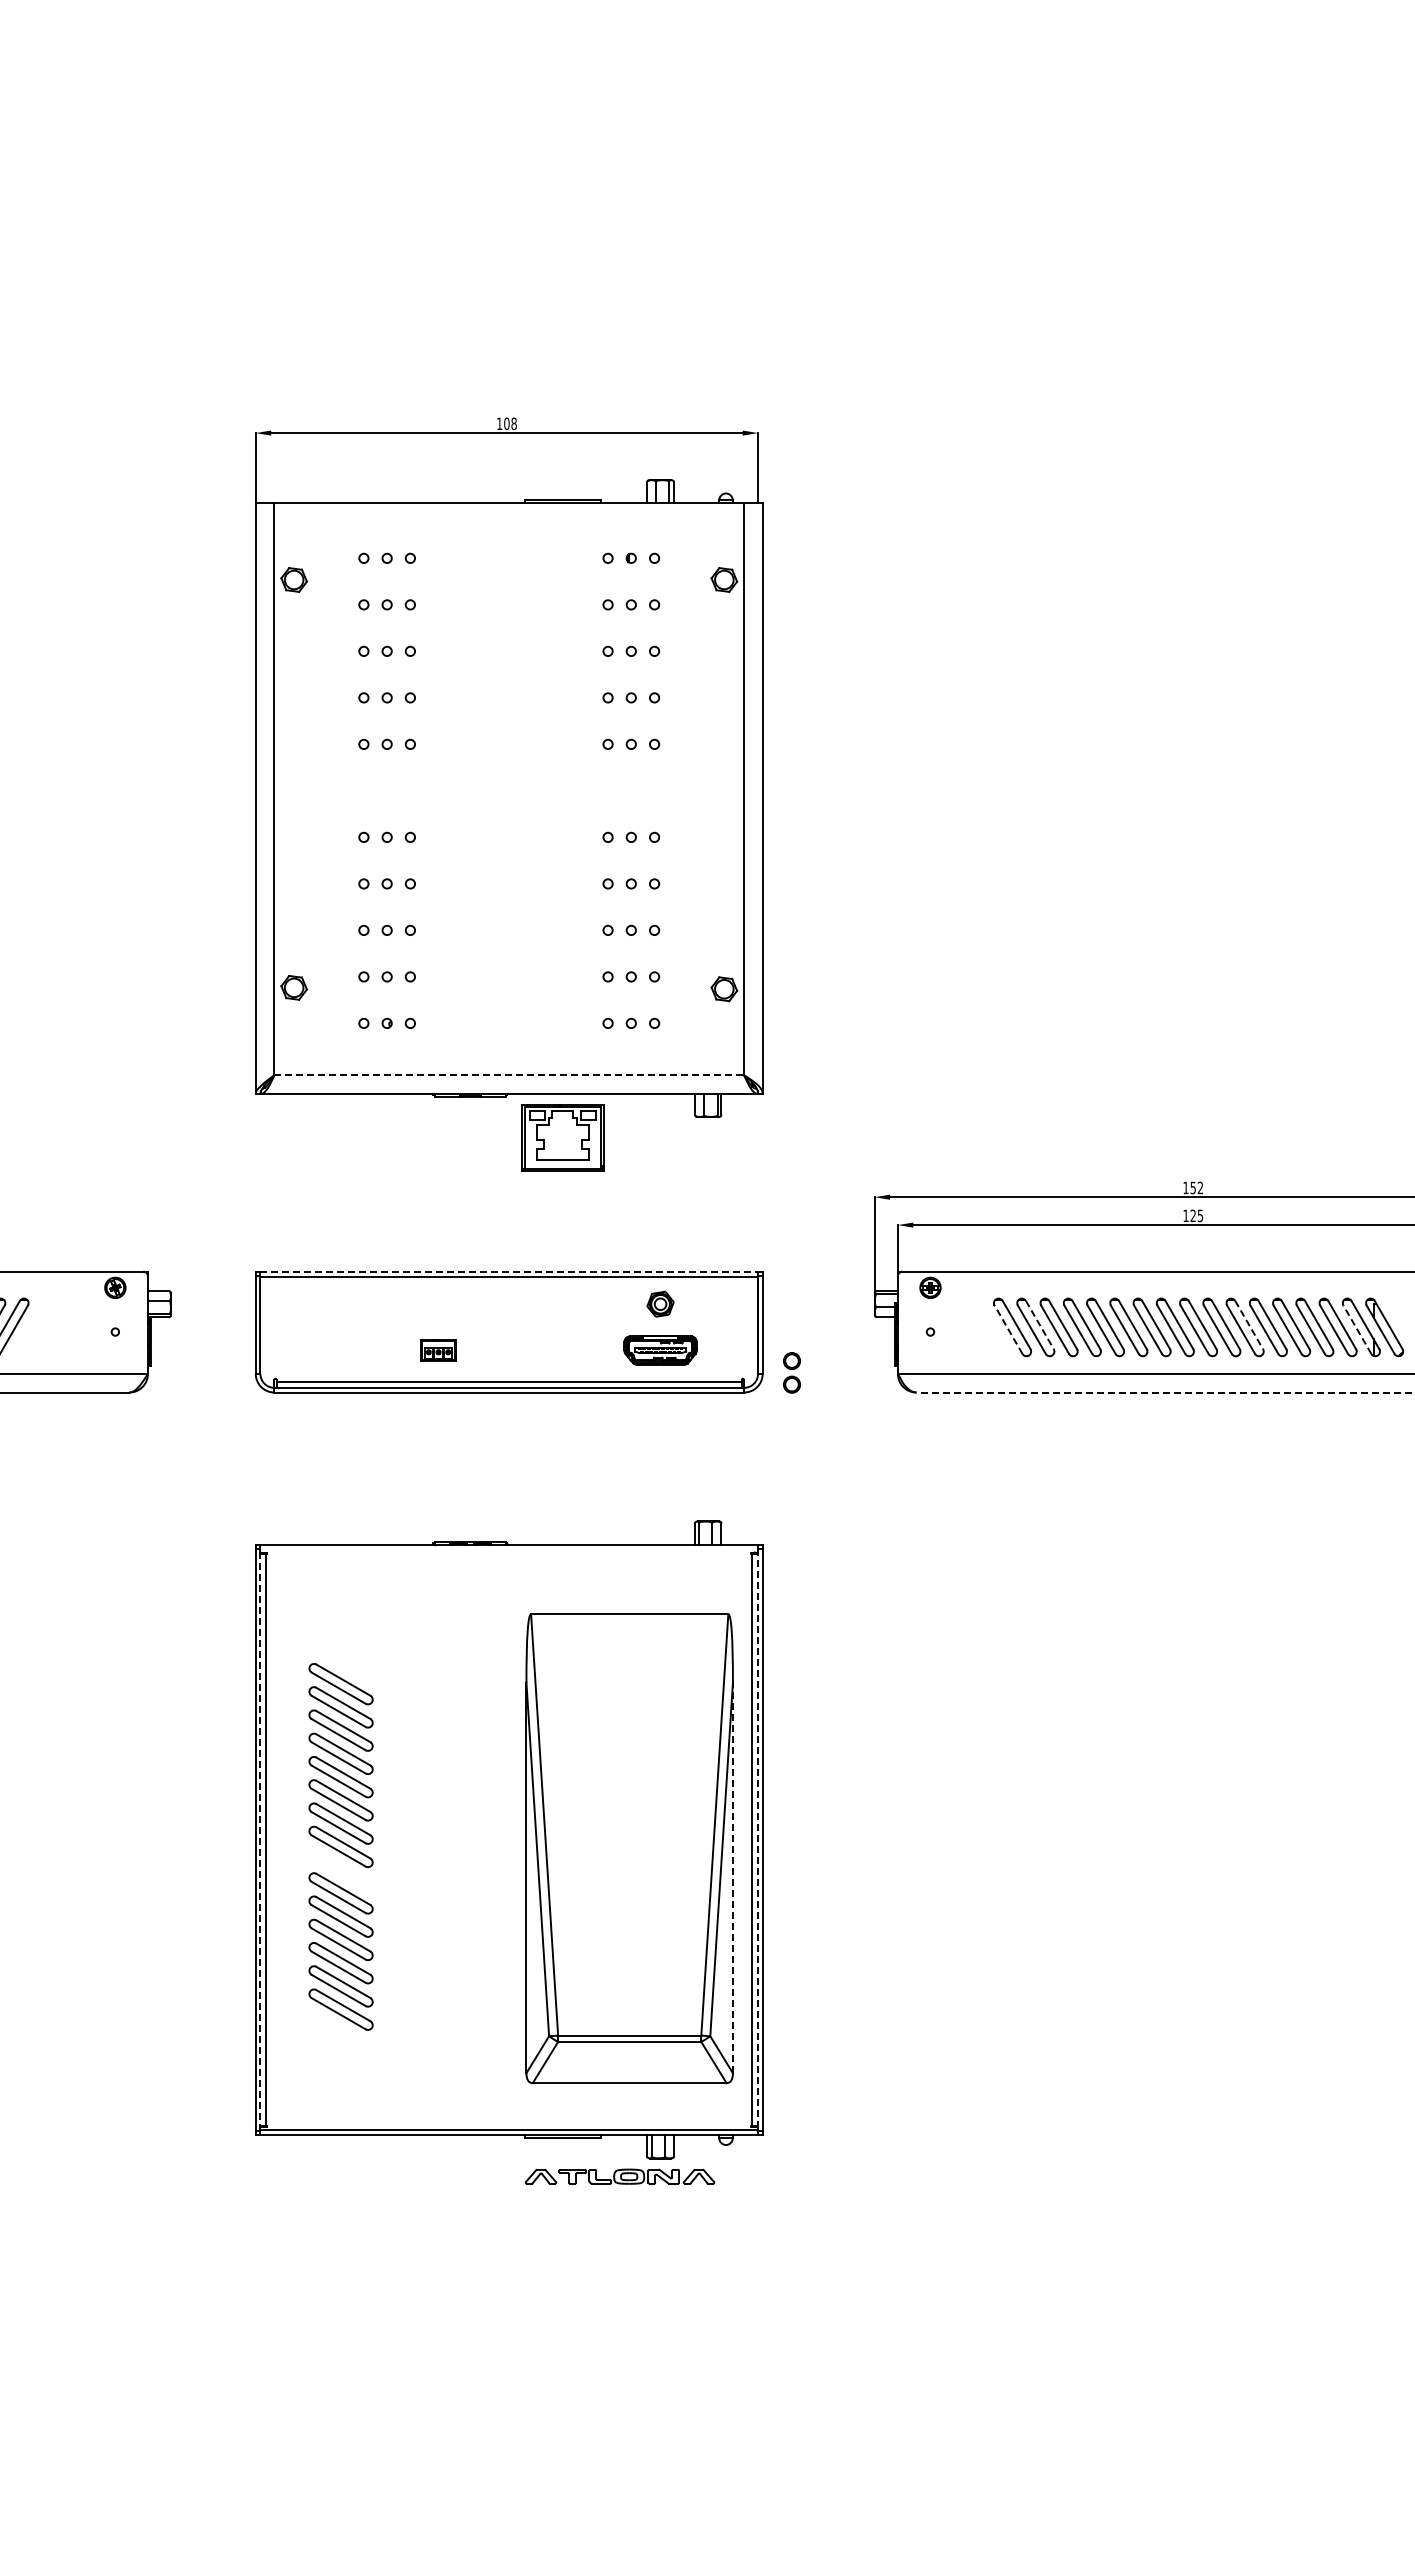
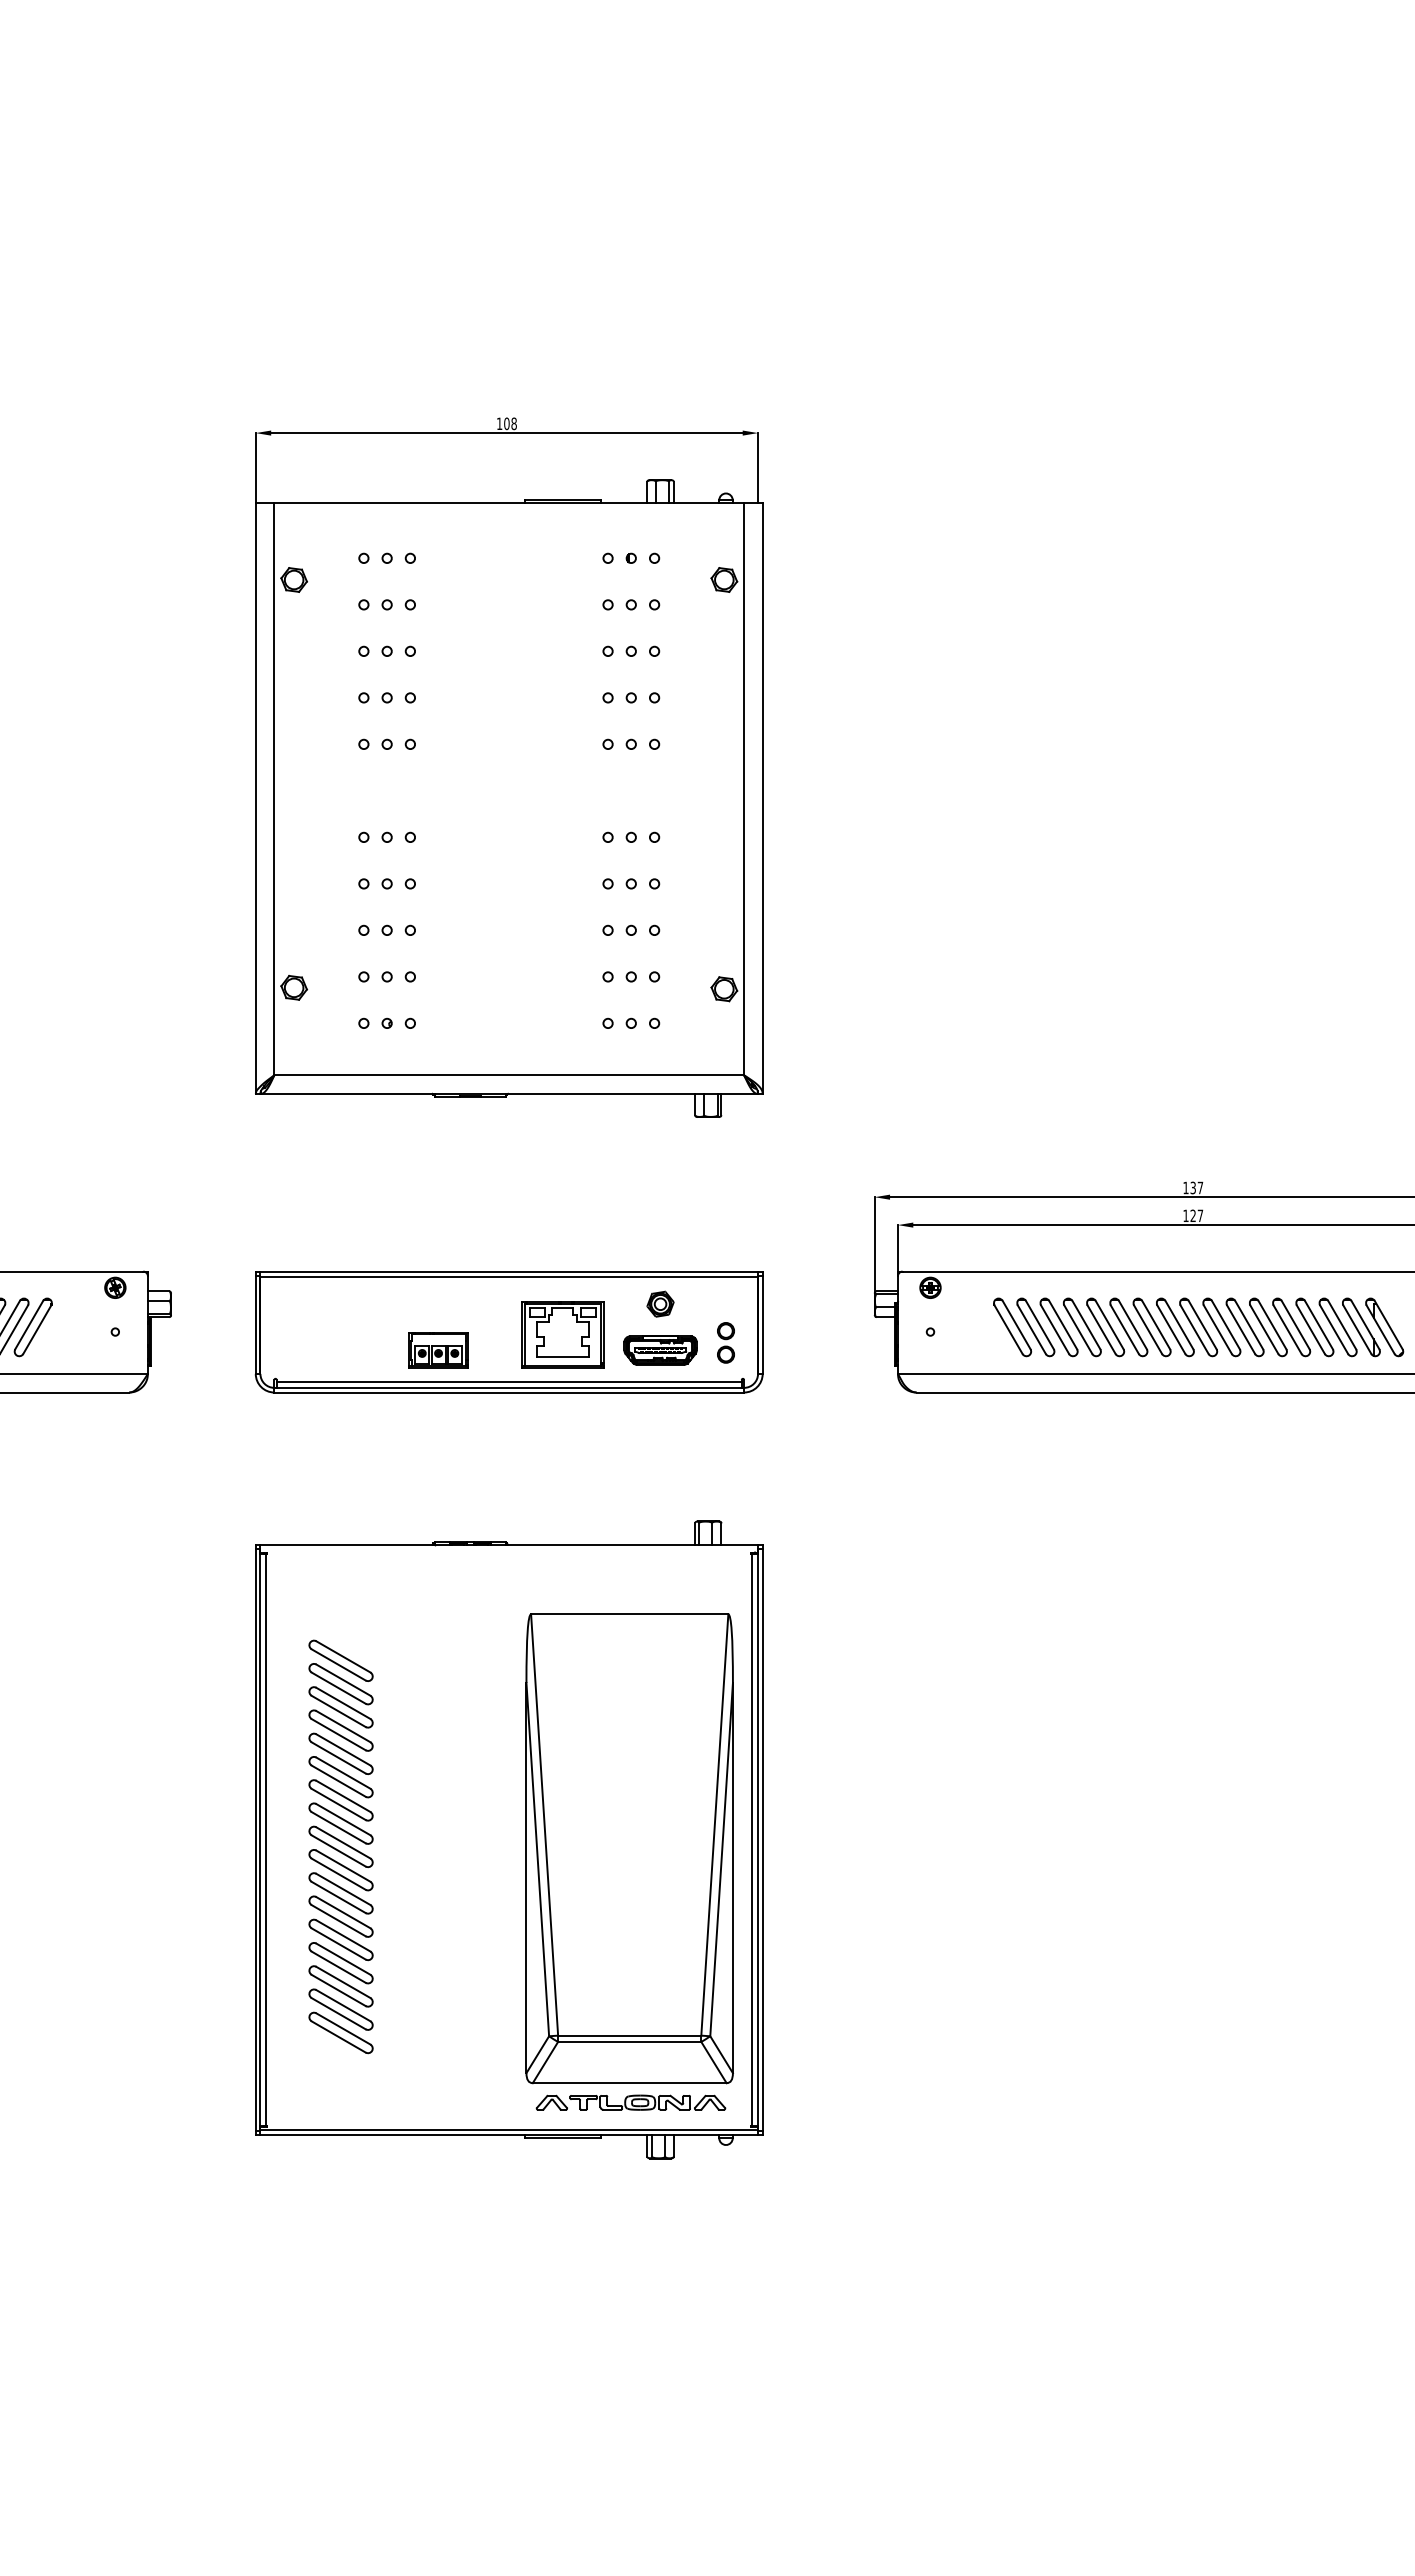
line at (509, 1075): dashed -> solid
part at (562, 1137) position: (562, 1137) -> (562, 1334)
text at (1196, 1187): 152 -> 137
text at (1200, 1215): 125 -> 127
line at (509, 1271): dashed -> solid
line at (1039, 1325): dashed -> solid
line at (1249, 1325): dashed -> solid
part at (32, 1327): none -> present
line at (1008, 1329): dashed -> solid
line at (1357, 1329): dashed -> solid
part at (438, 1350) size: 37x23 px -> 61x37 px
part at (791, 1372) position: (791, 1372) -> (725, 1342)
line at (1165, 1392): dashed -> solid
part at (340, 1660): none -> present
line at (260, 1839): dashed -> solid
line at (758, 1839): dashed -> solid
part at (340, 1870): none -> present
line at (732, 1877): dashed -> solid
part at (340, 2032): none -> present
part at (619, 2176) position: (619, 2176) -> (630, 2102)
